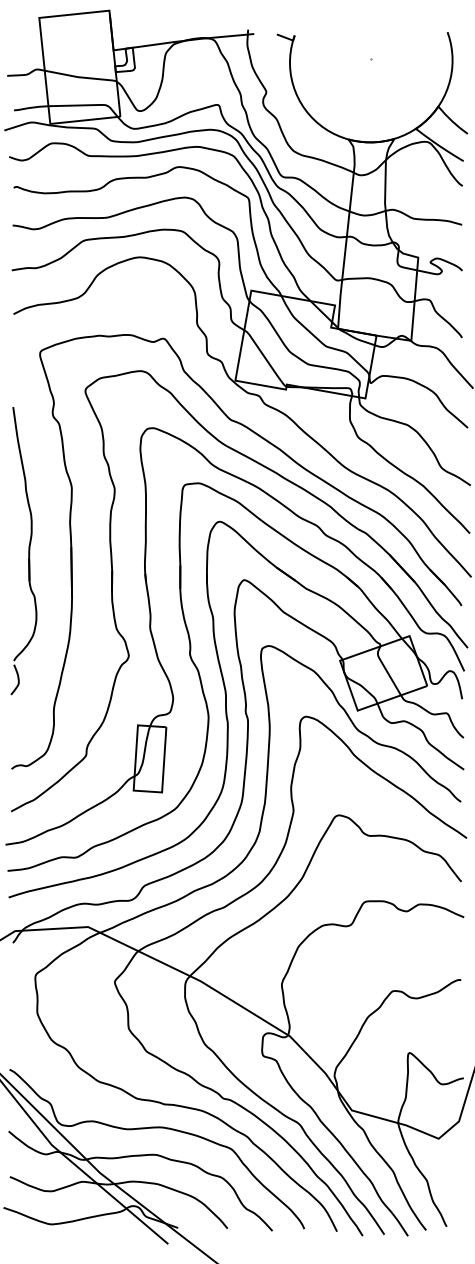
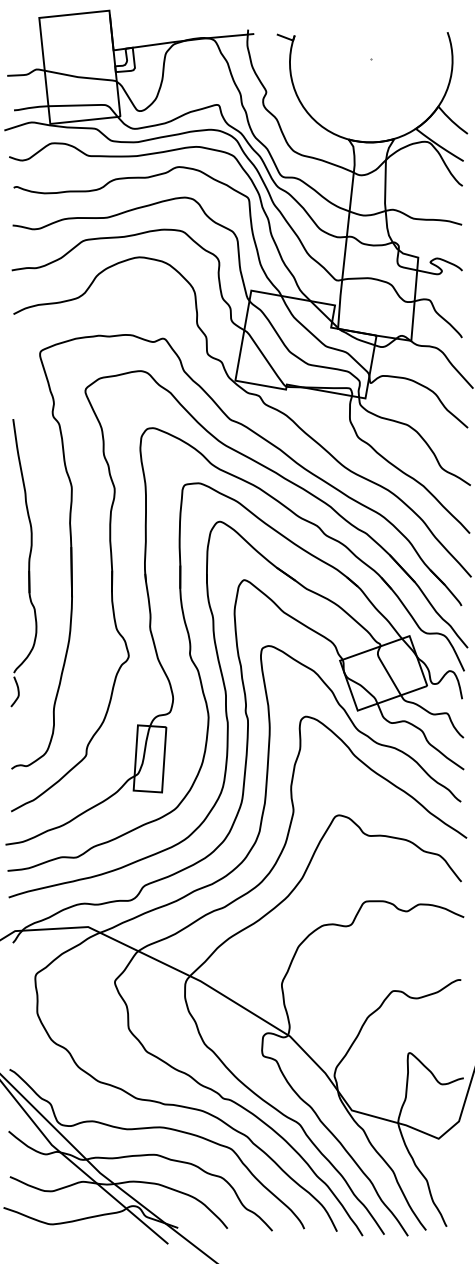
part at (23, 551) position: (23, 551) -> (23, 563)
